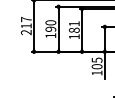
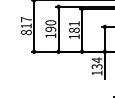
text at (26, 32): 217 -> 817
text at (96, 63): 105 -> 134
